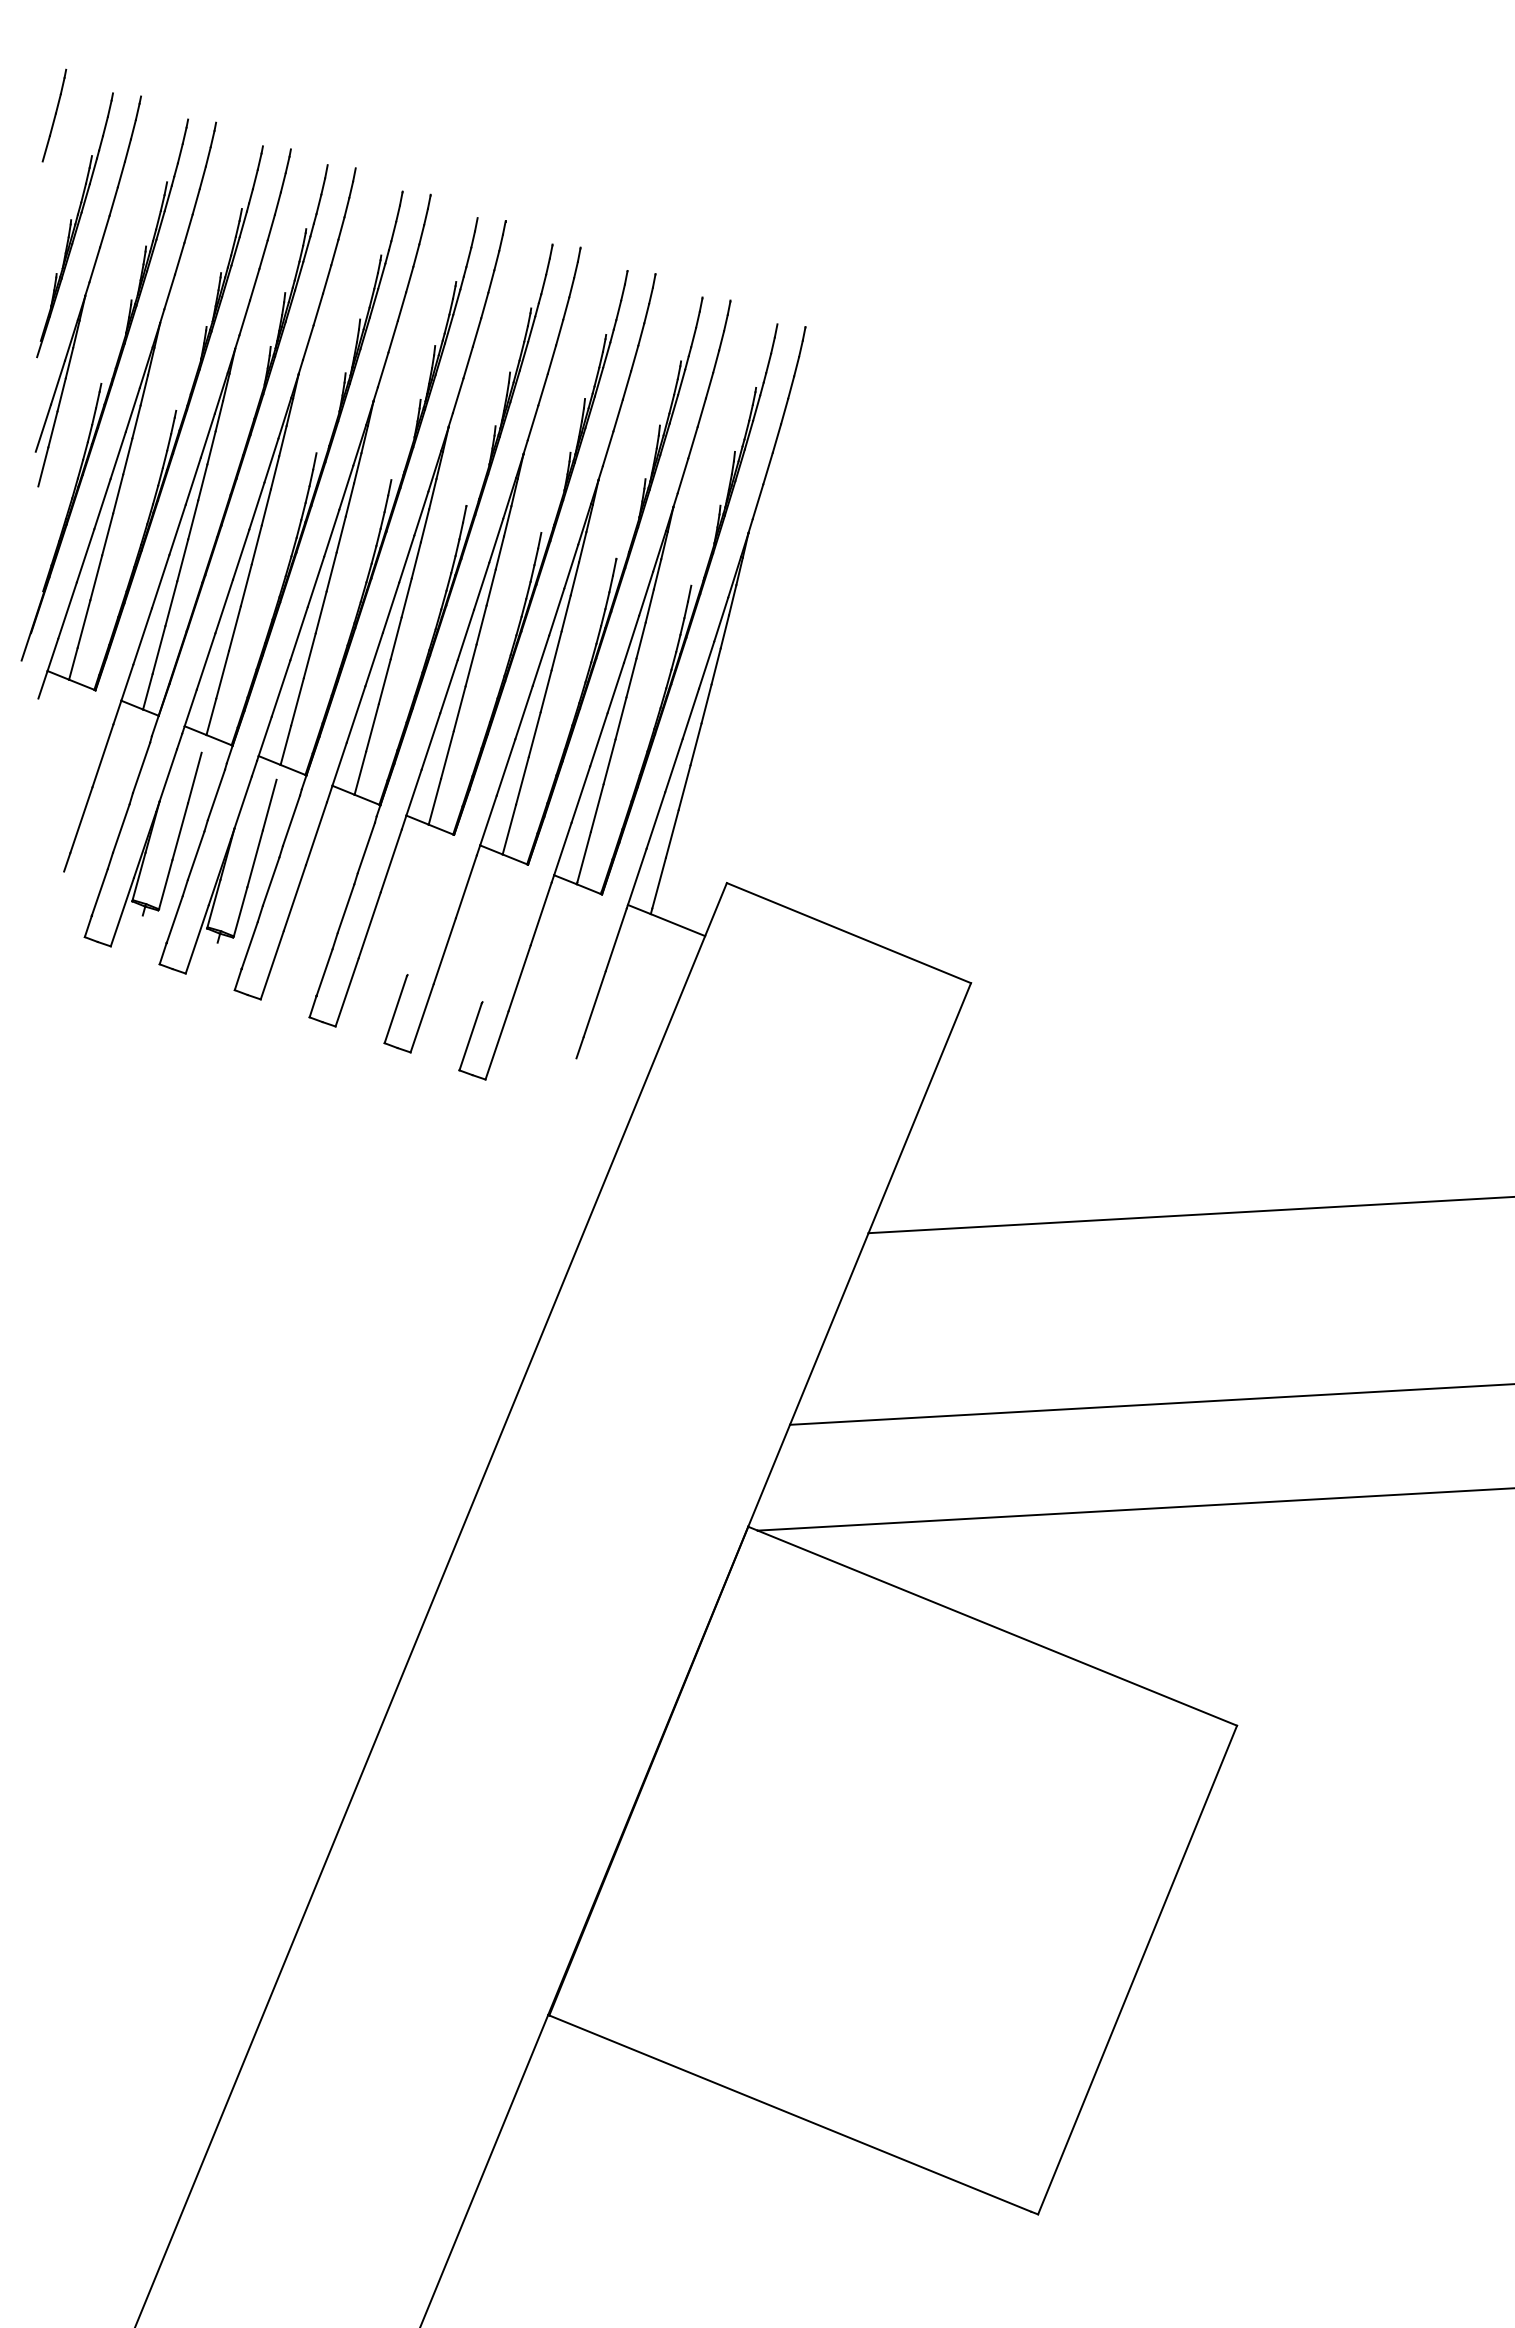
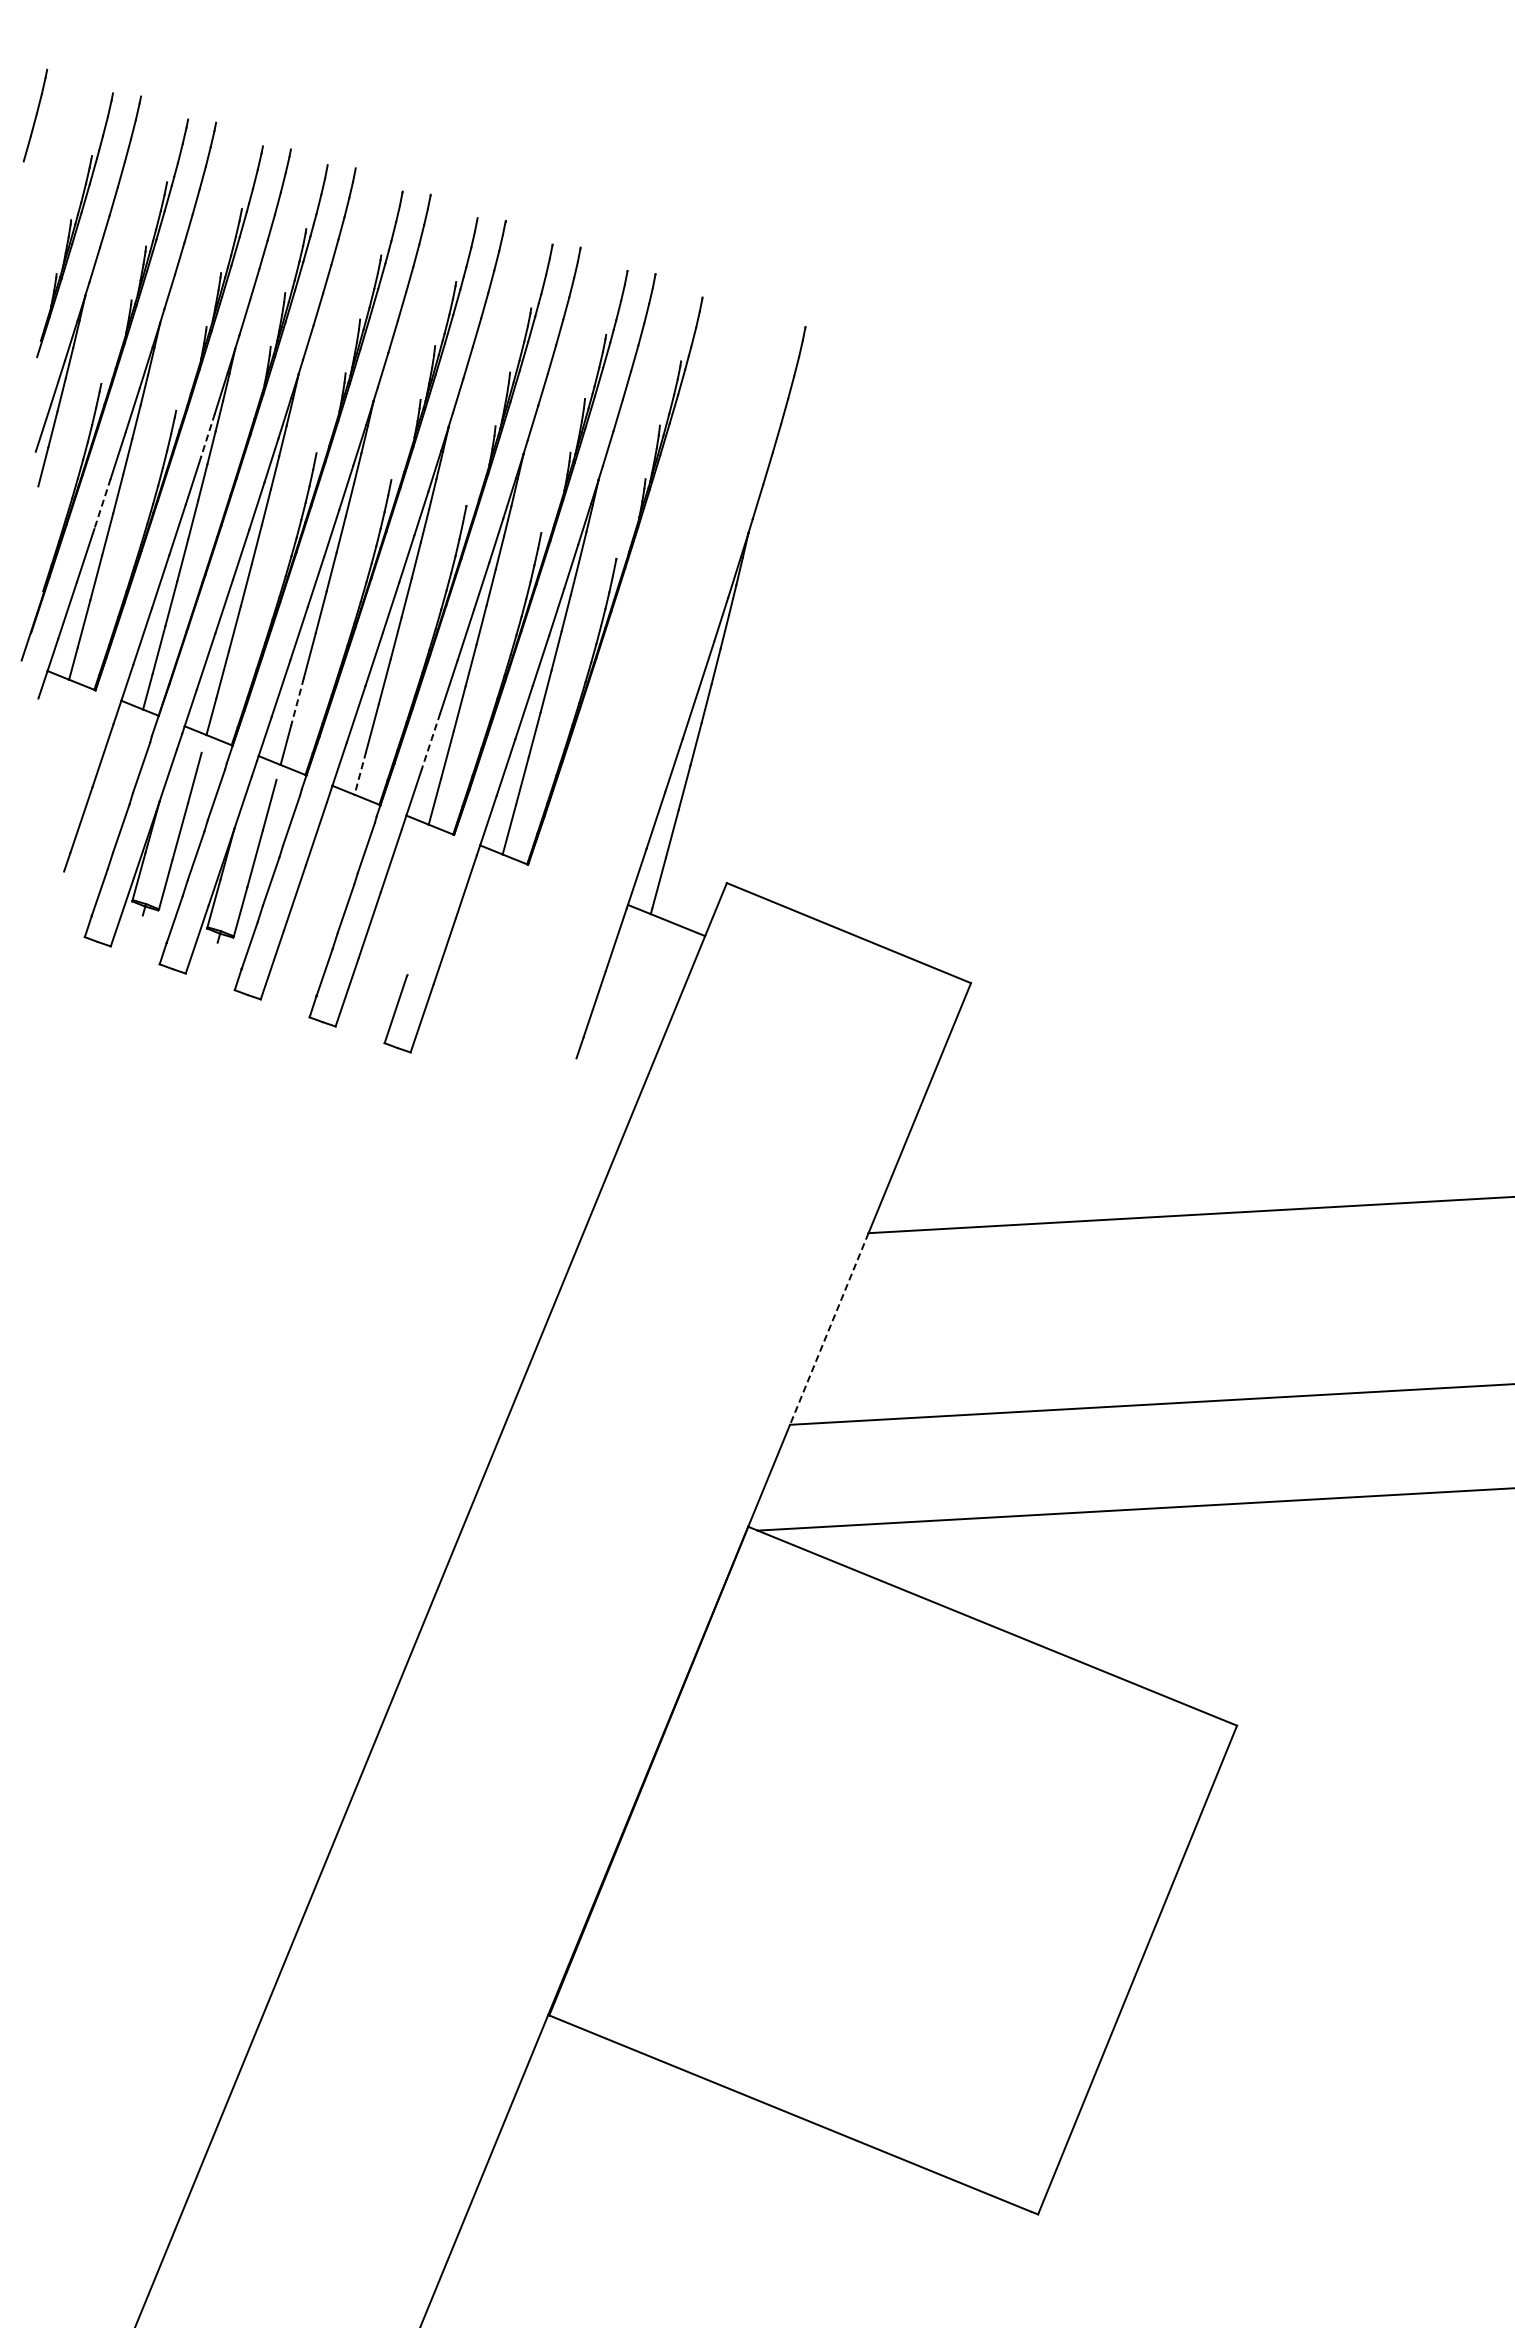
part at (54, 115) position: (54, 115) -> (35, 115)
line at (207, 436): solid -> dashed
line at (102, 504): solid -> dashed
part at (618, 689): present -> none
line at (297, 702): solid -> dashed
line at (430, 741): solid -> dashed
line at (360, 773): solid -> dashed
line at (829, 1329): solid -> dashed
